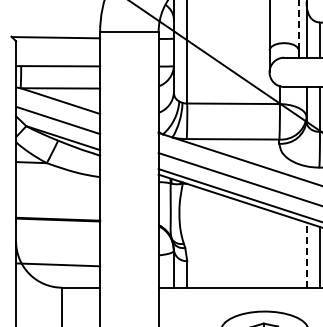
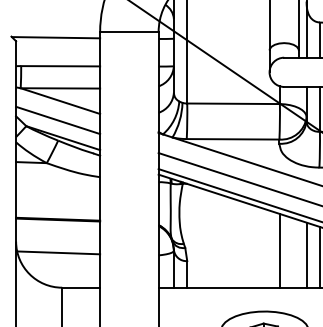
line at (298, 25): dashed -> solid
line at (279, 250): none -> present
line at (306, 255): dashed -> solid
line at (58, 264) position: (58, 264) -> (58, 252)
